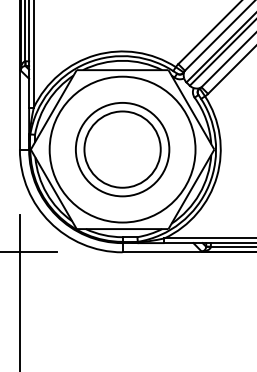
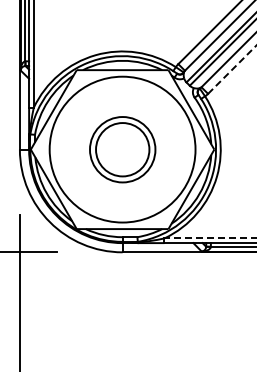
line at (232, 69): solid -> dashed
part at (122, 149) size: 96x96 px -> 68x68 px
line at (210, 238): solid -> dashed
